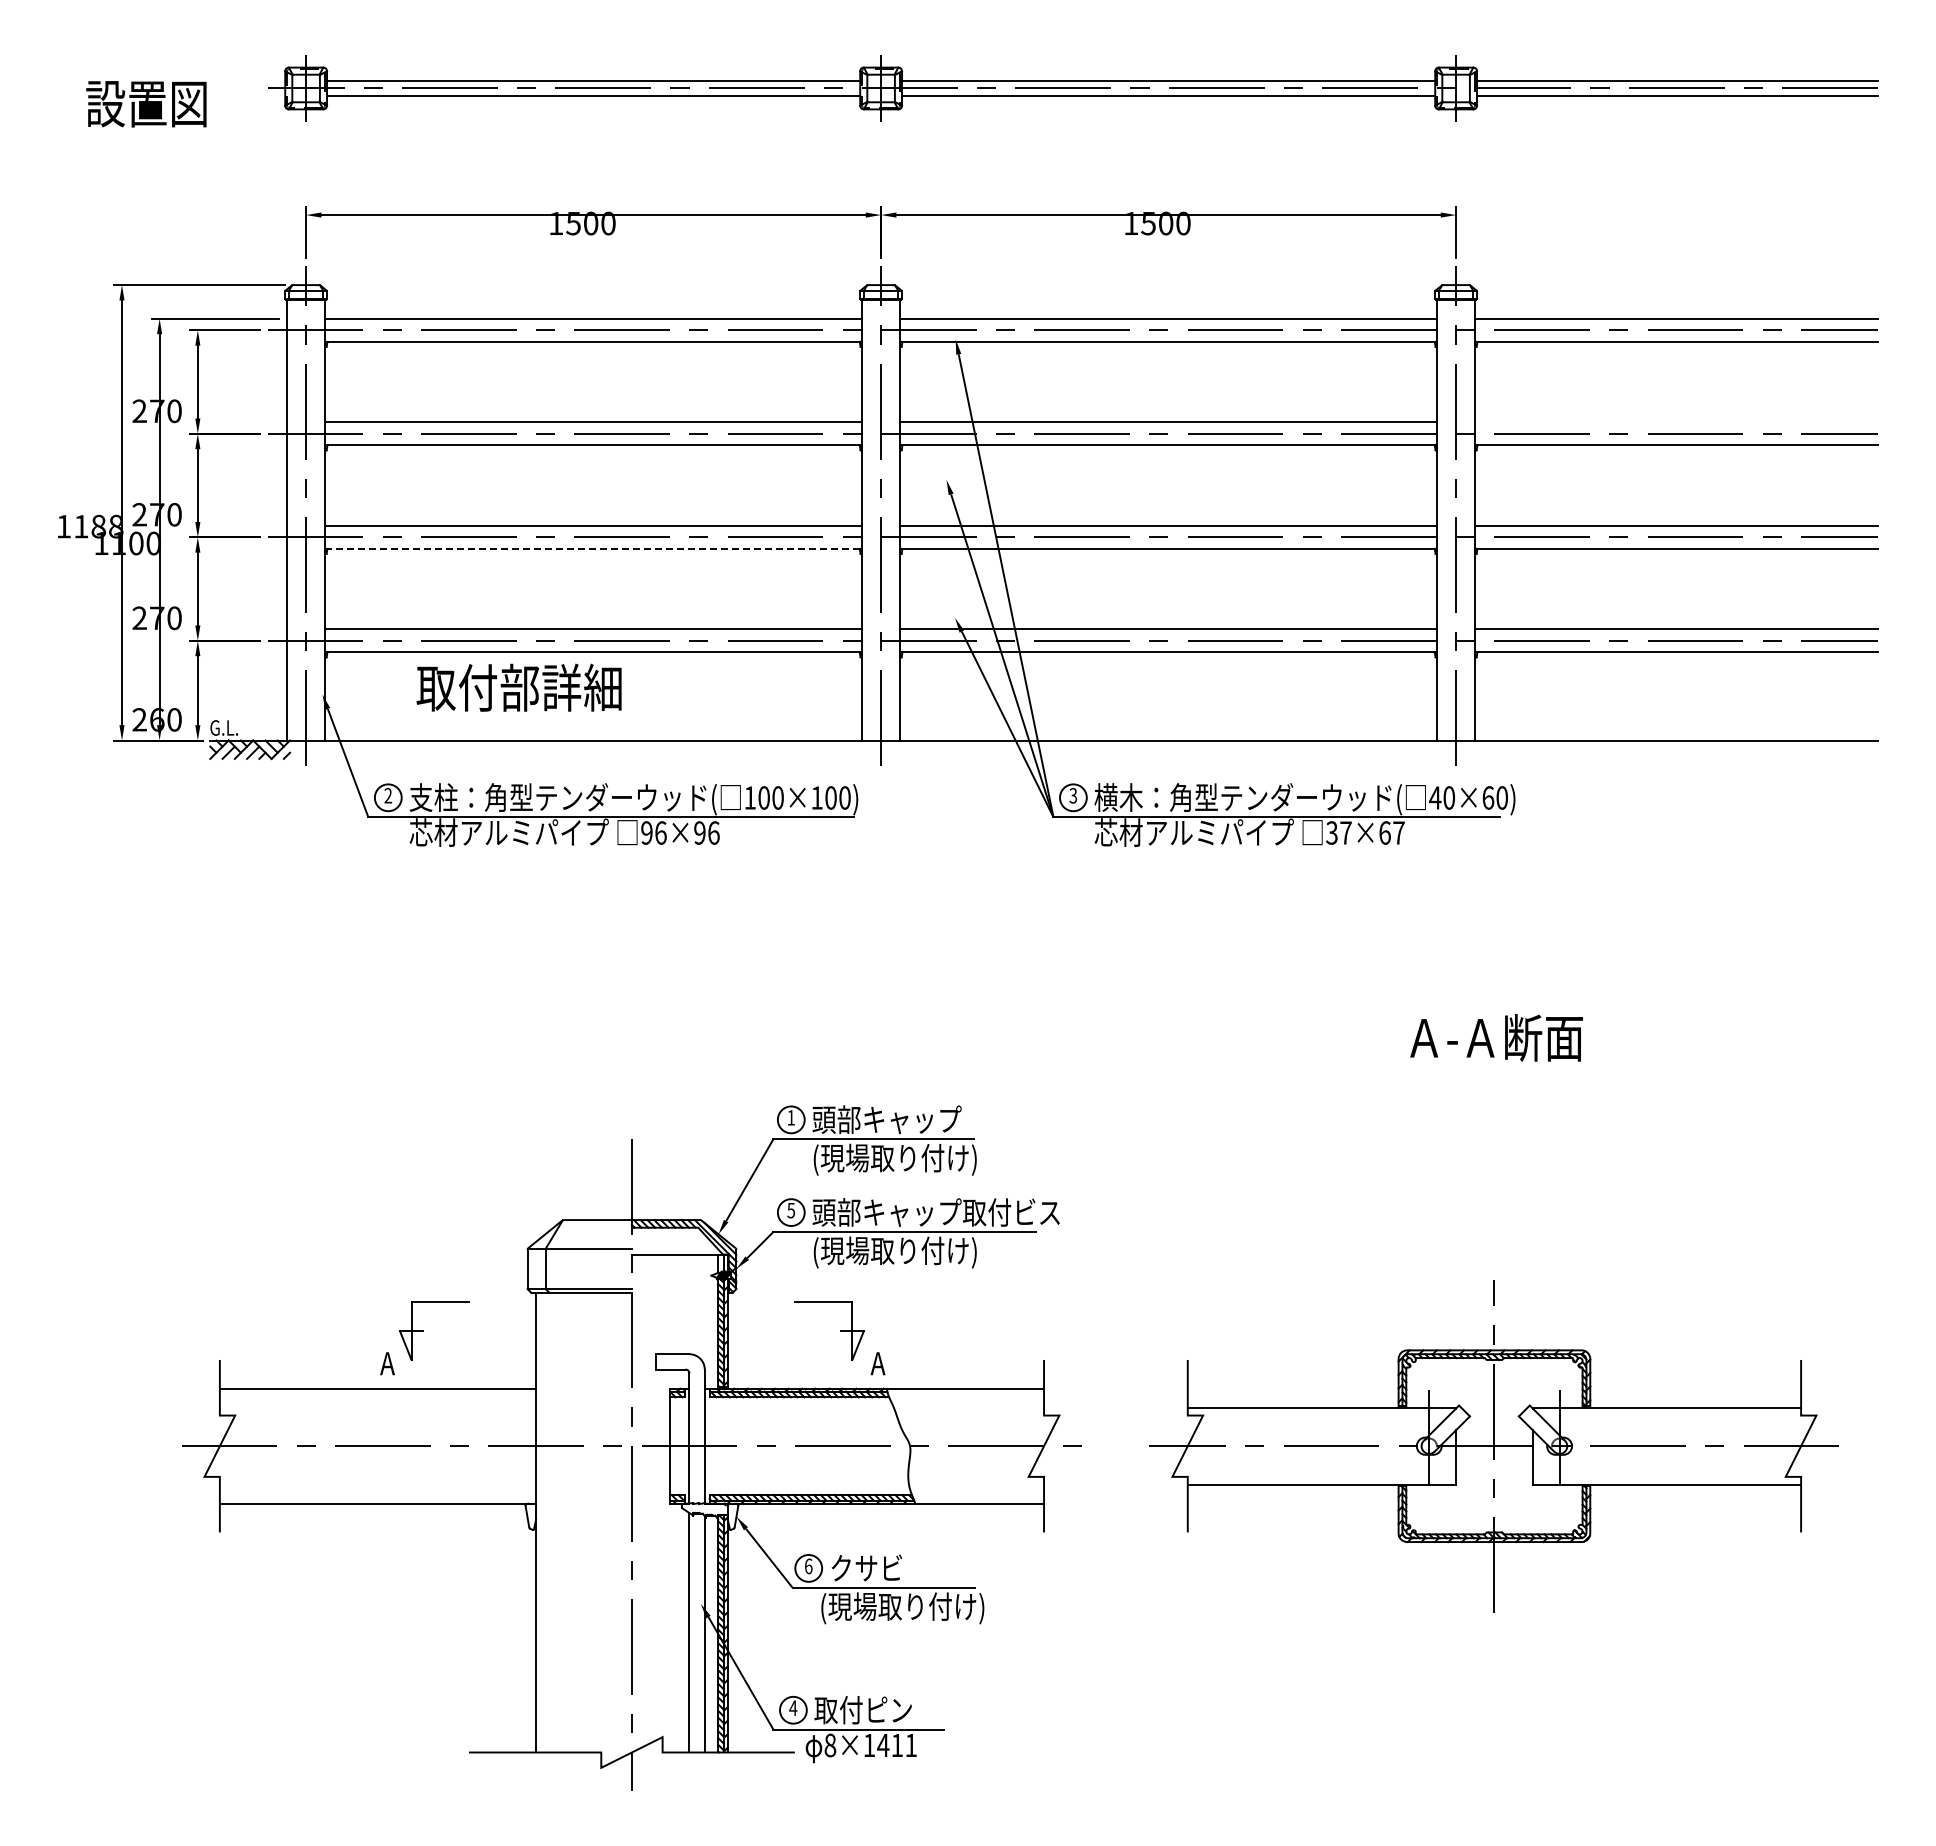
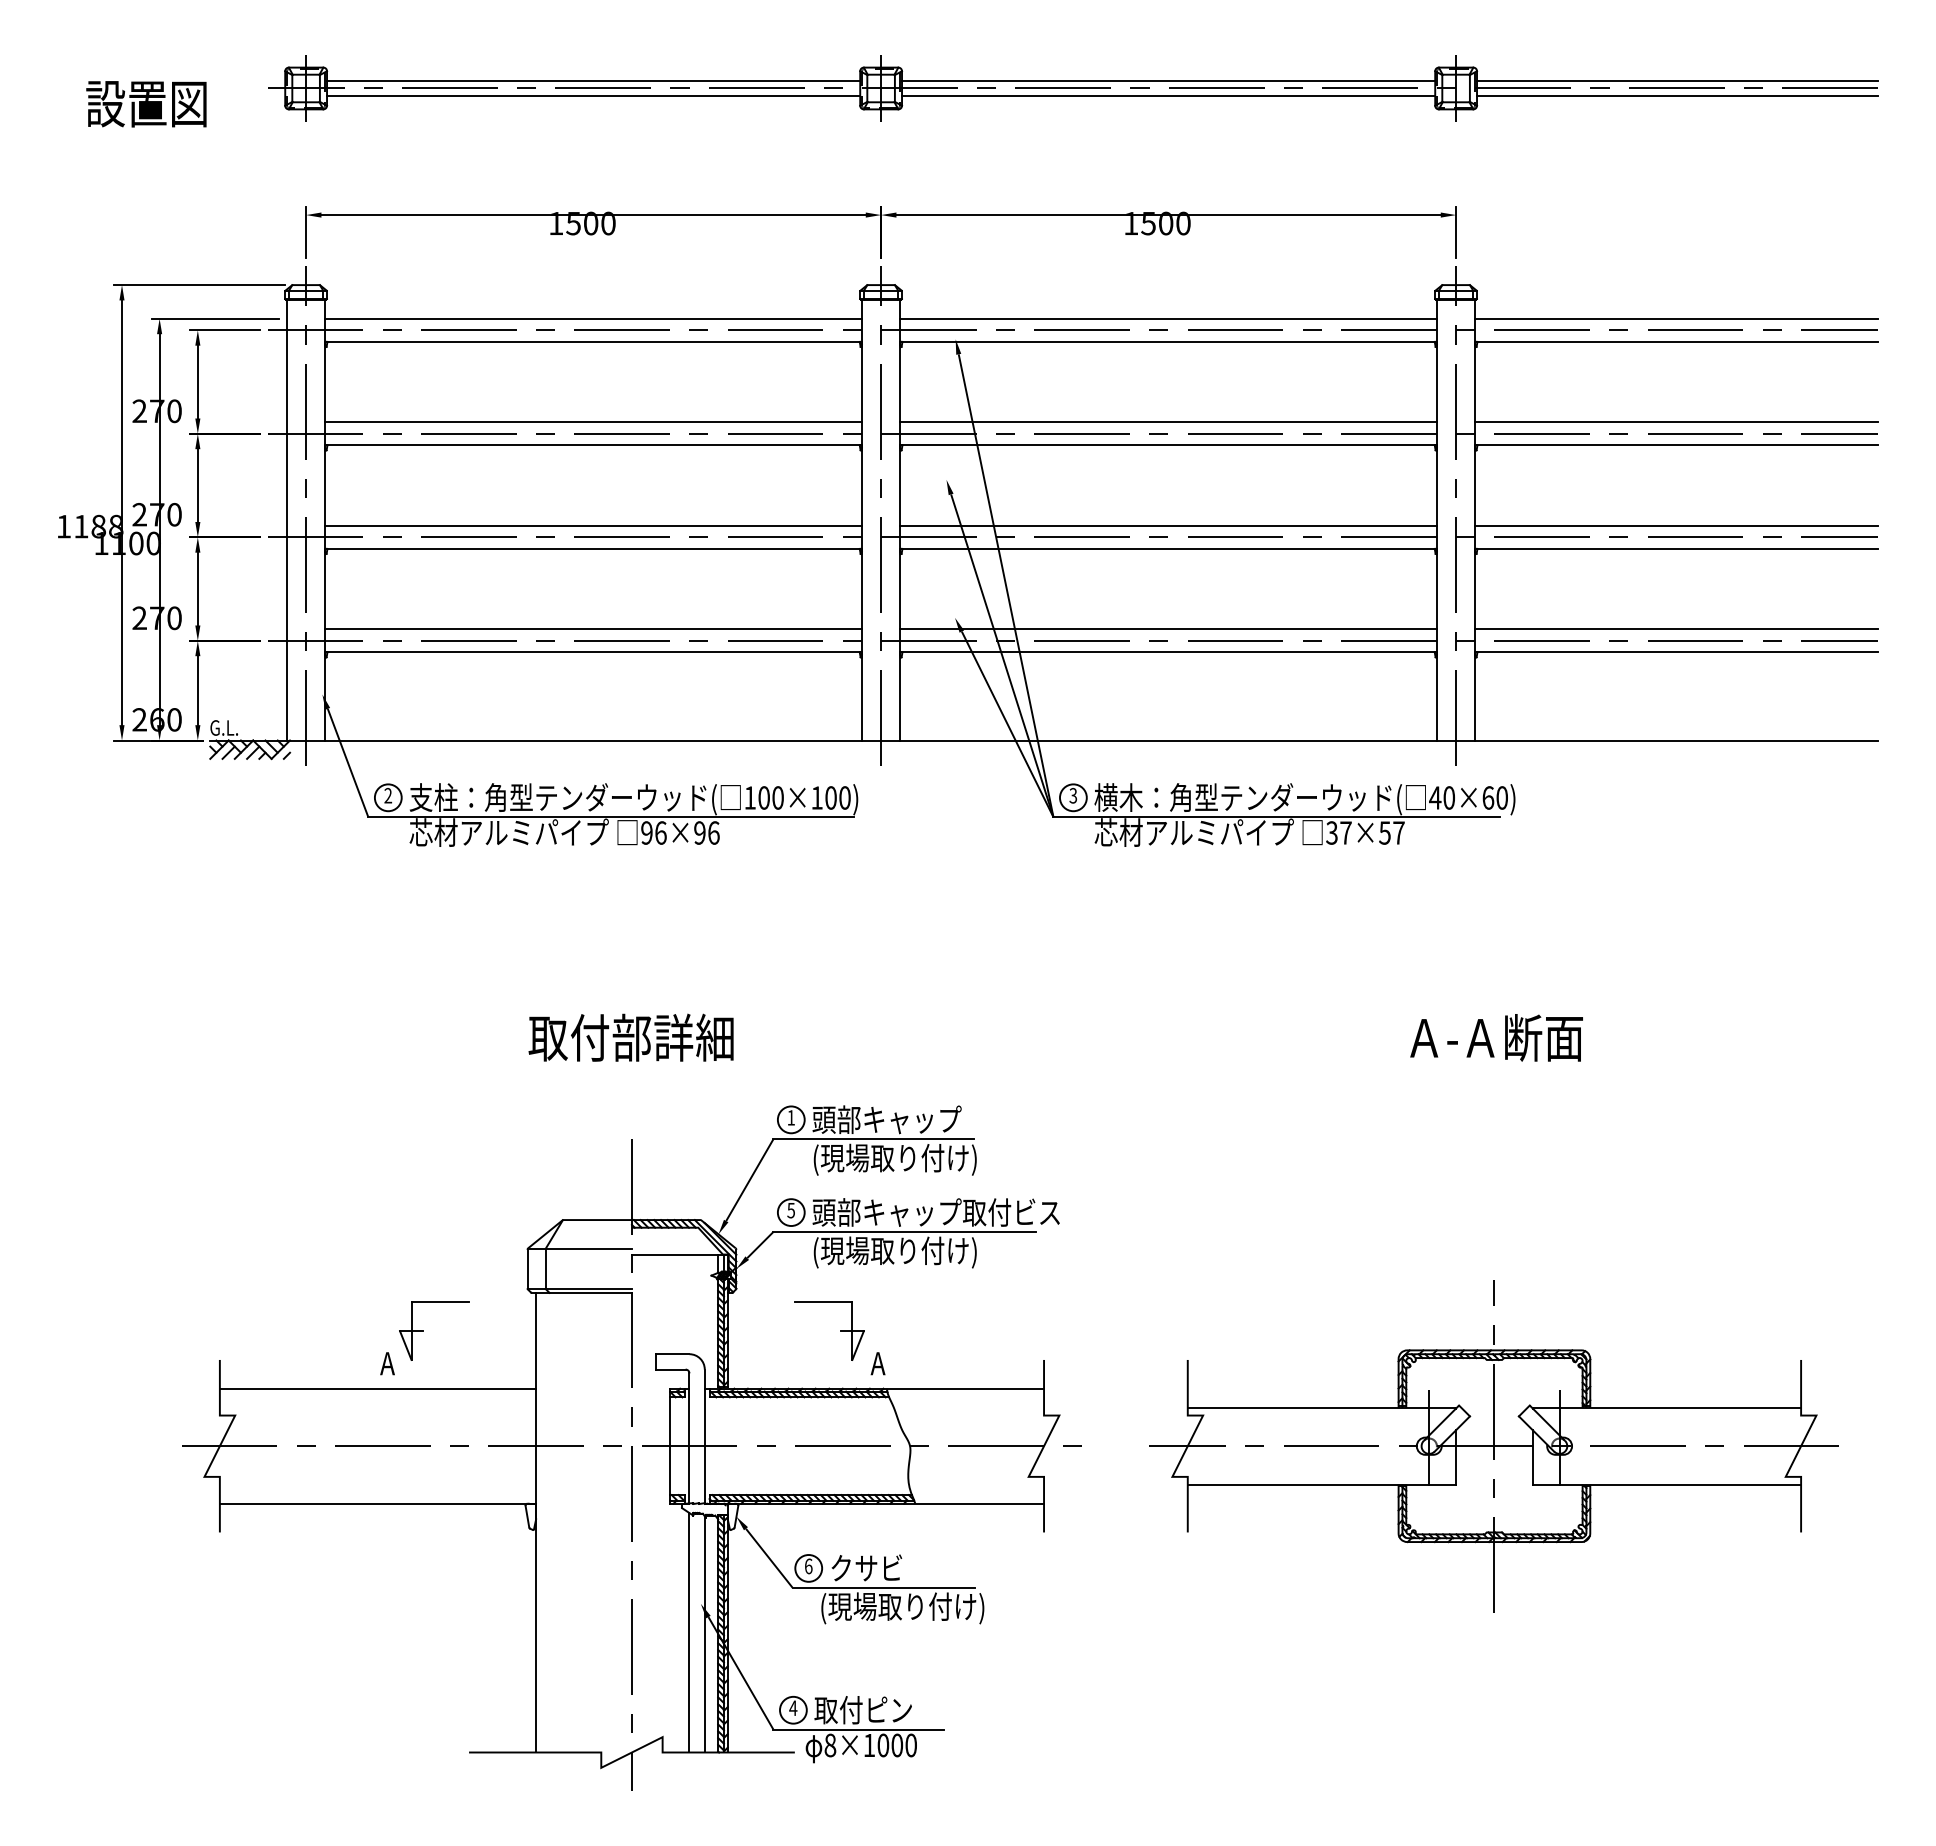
line at (1676, 422): none -> present
line at (594, 548): dashed -> solid
text at (518, 687) position: (518, 687) -> (630, 1037)
text at (1384, 832): 37×67 -> 37×57
text at (896, 1745): 8×1411 -> 8×1000
